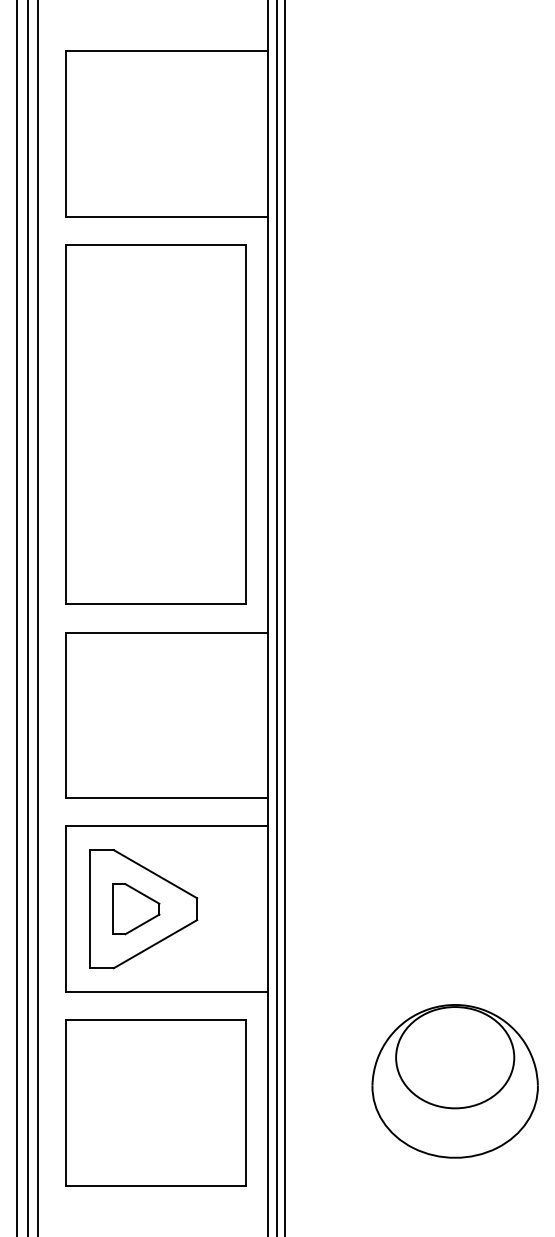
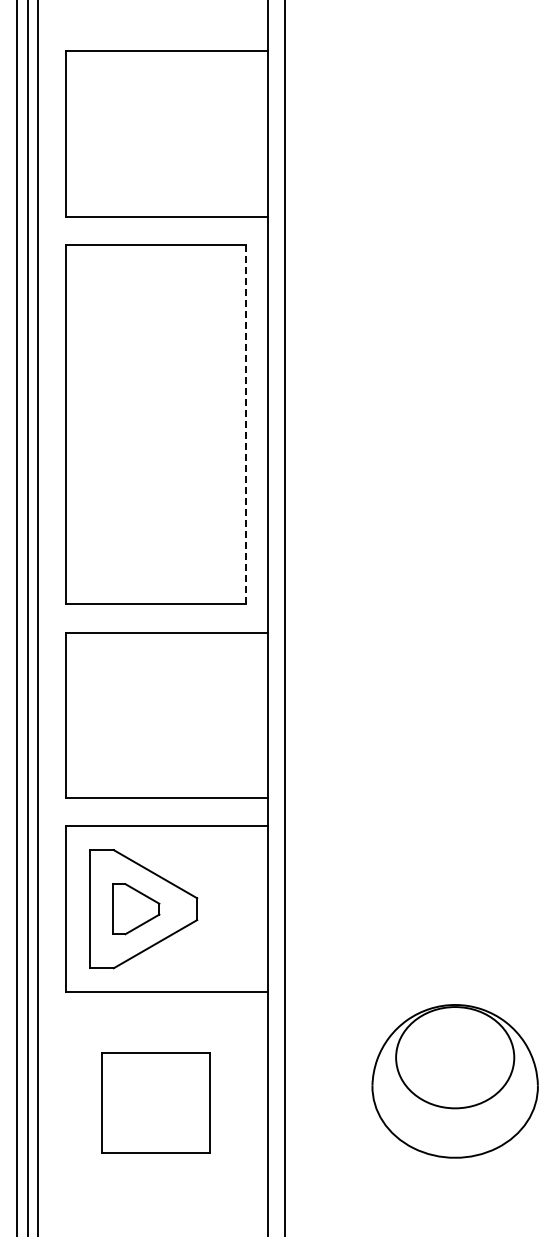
line at (245, 424): solid -> dashed
line at (276, 617): present -> none
part at (155, 1102) size: 182x168 px -> 110x102 px
